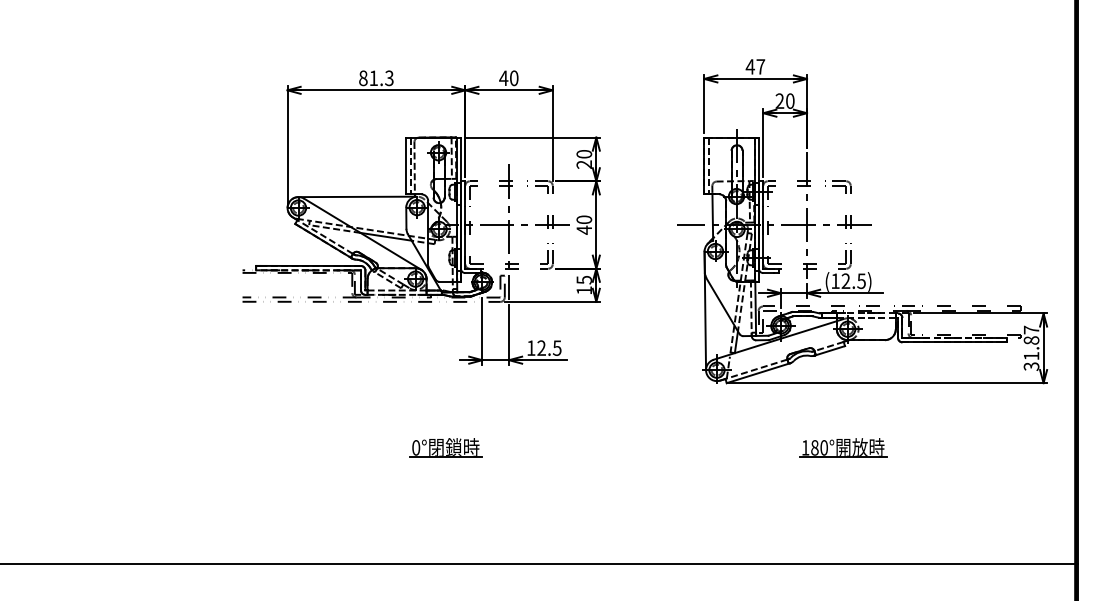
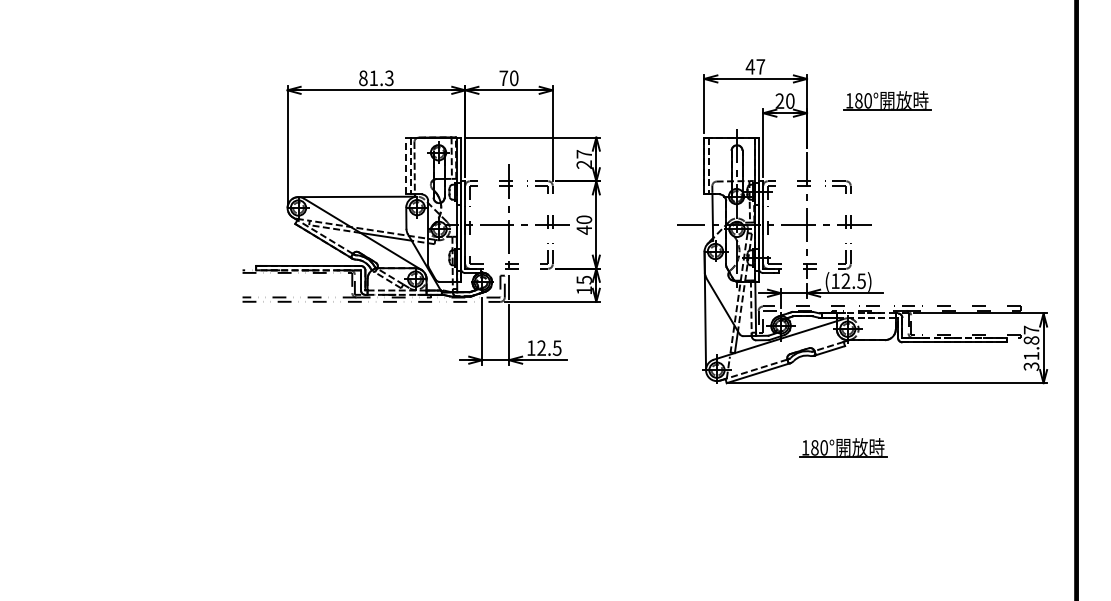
text at (503, 77): 40 -> 70
part at (887, 100): none -> present
text at (584, 154): 20 -> 27
line at (406, 165): solid -> dashed
part at (445, 447): present -> none
line at (539, 563): present -> none
